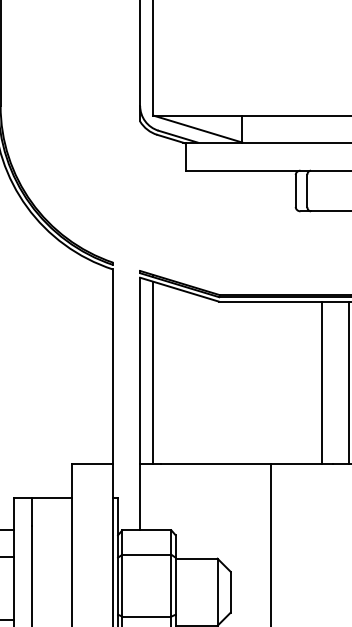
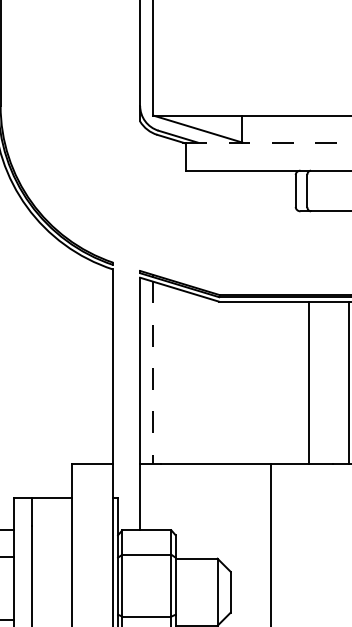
line at (268, 142): solid -> dashed
line at (153, 373): solid -> dashed
line at (322, 382) position: (322, 382) -> (309, 382)
